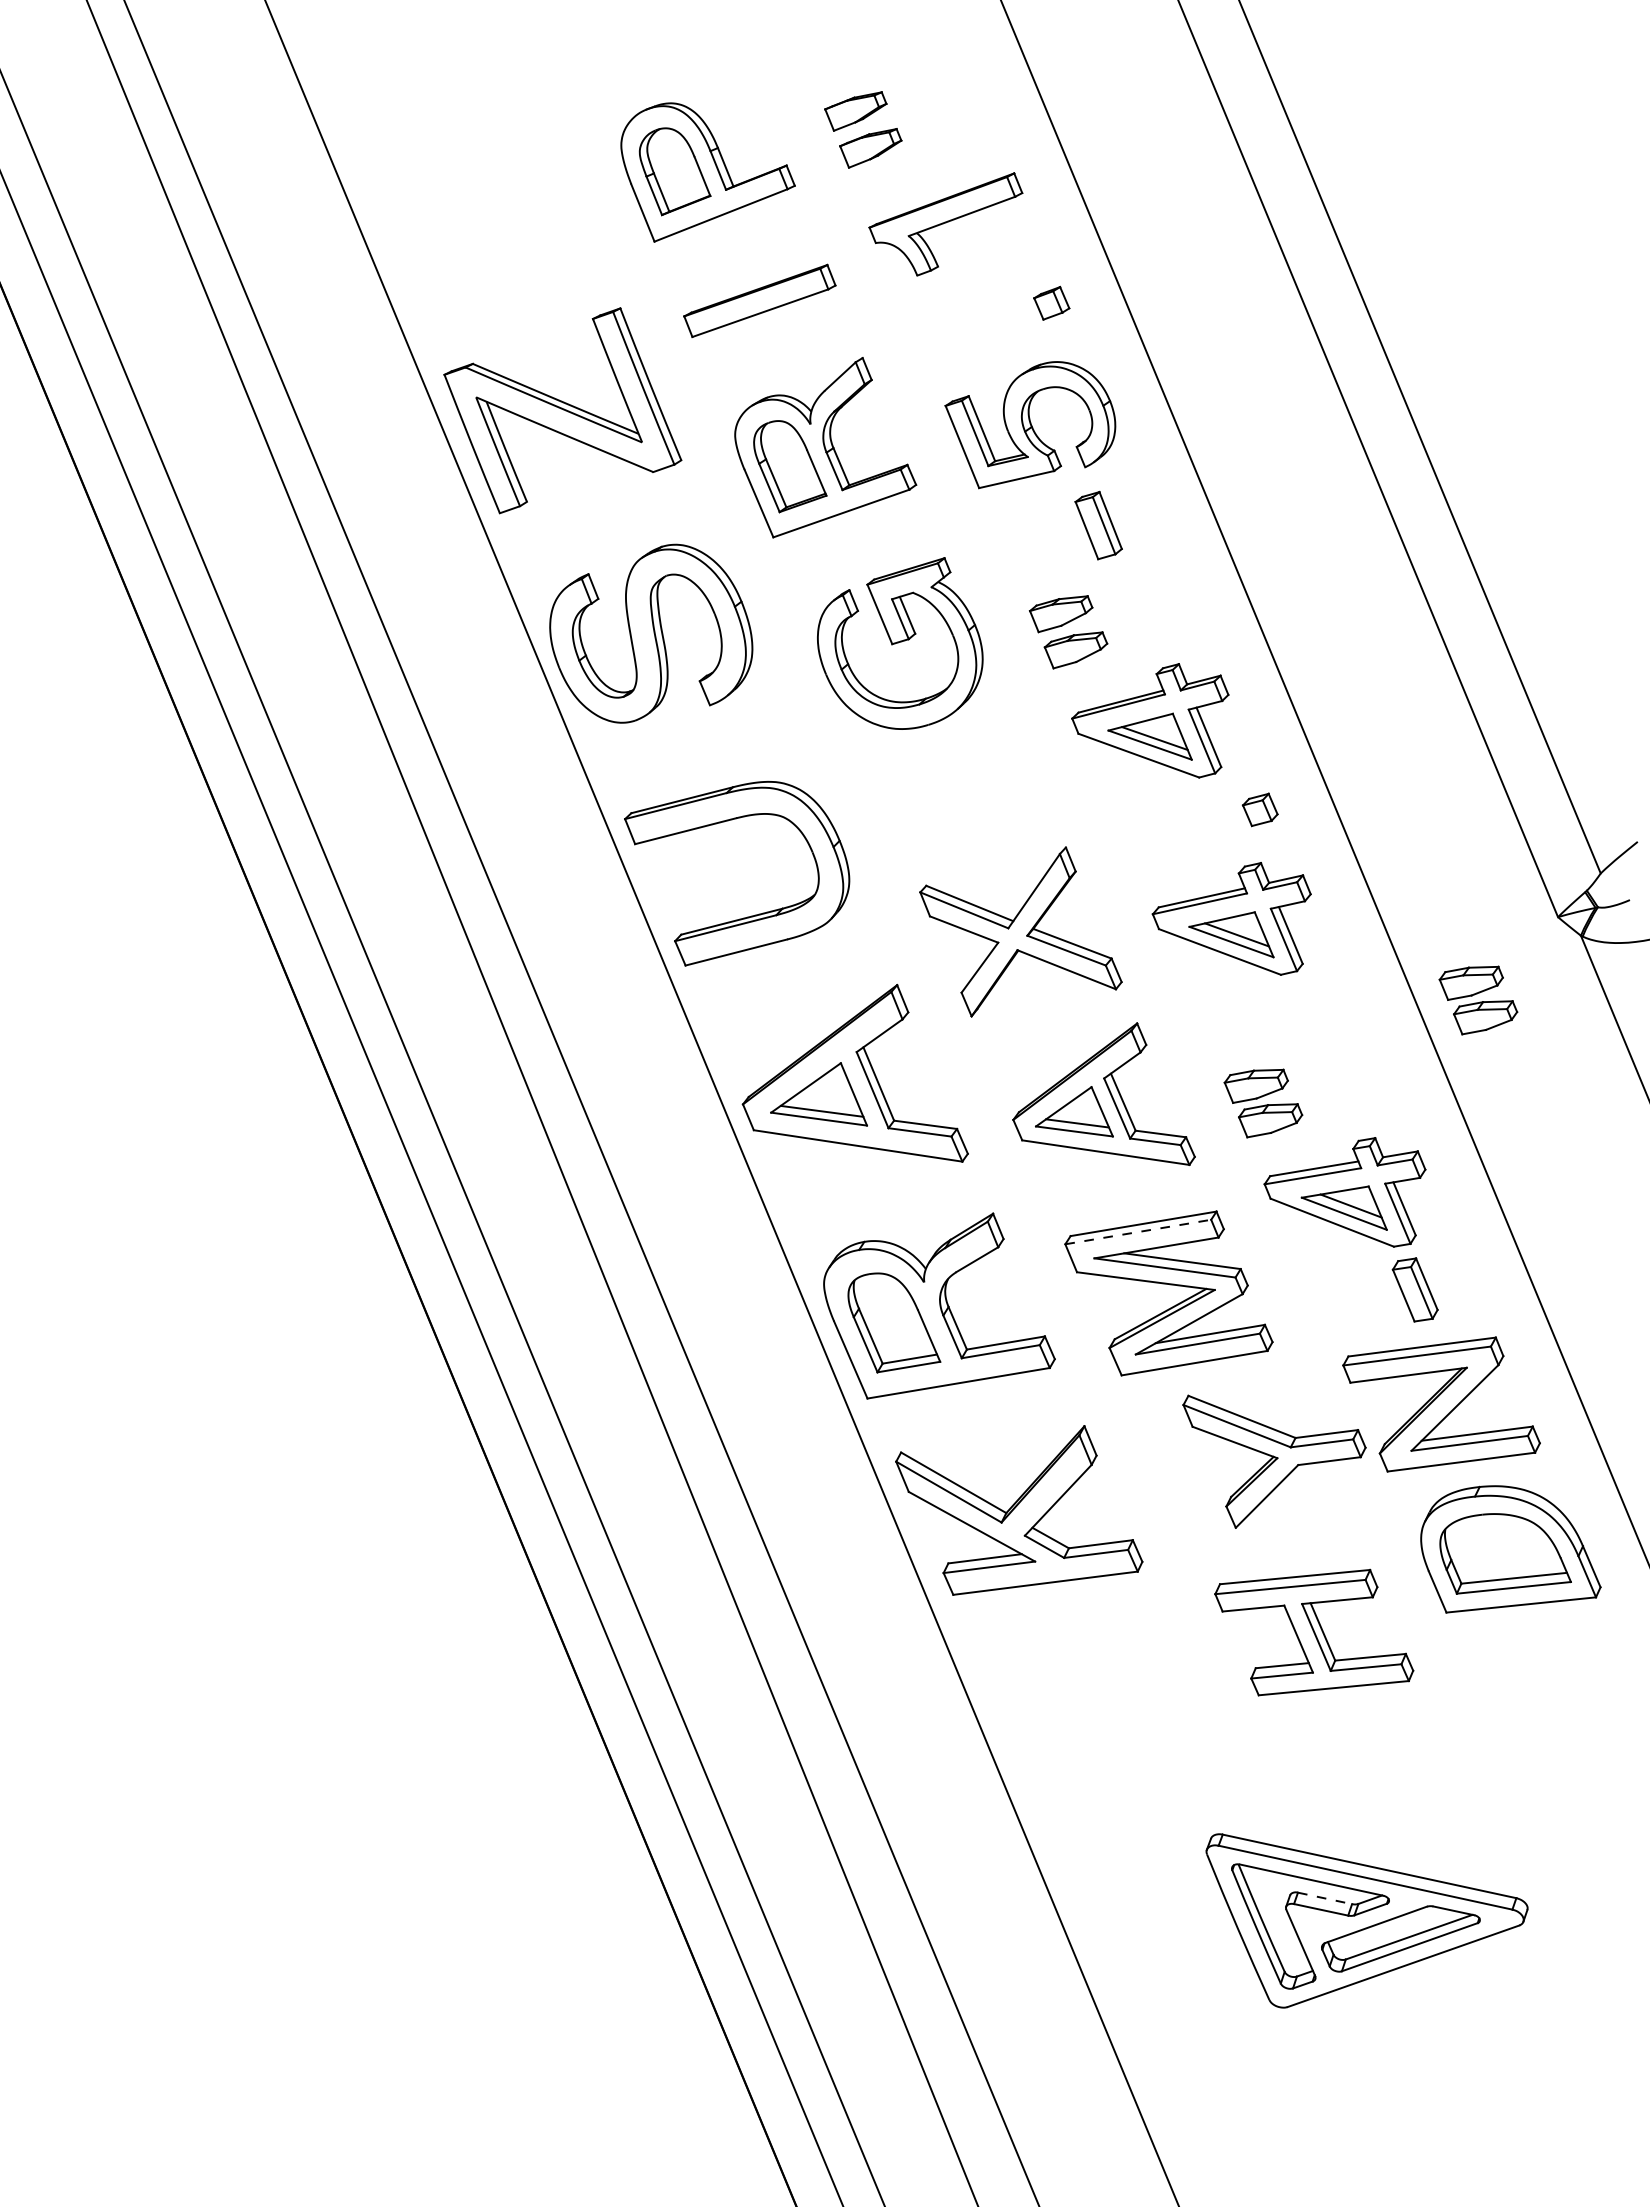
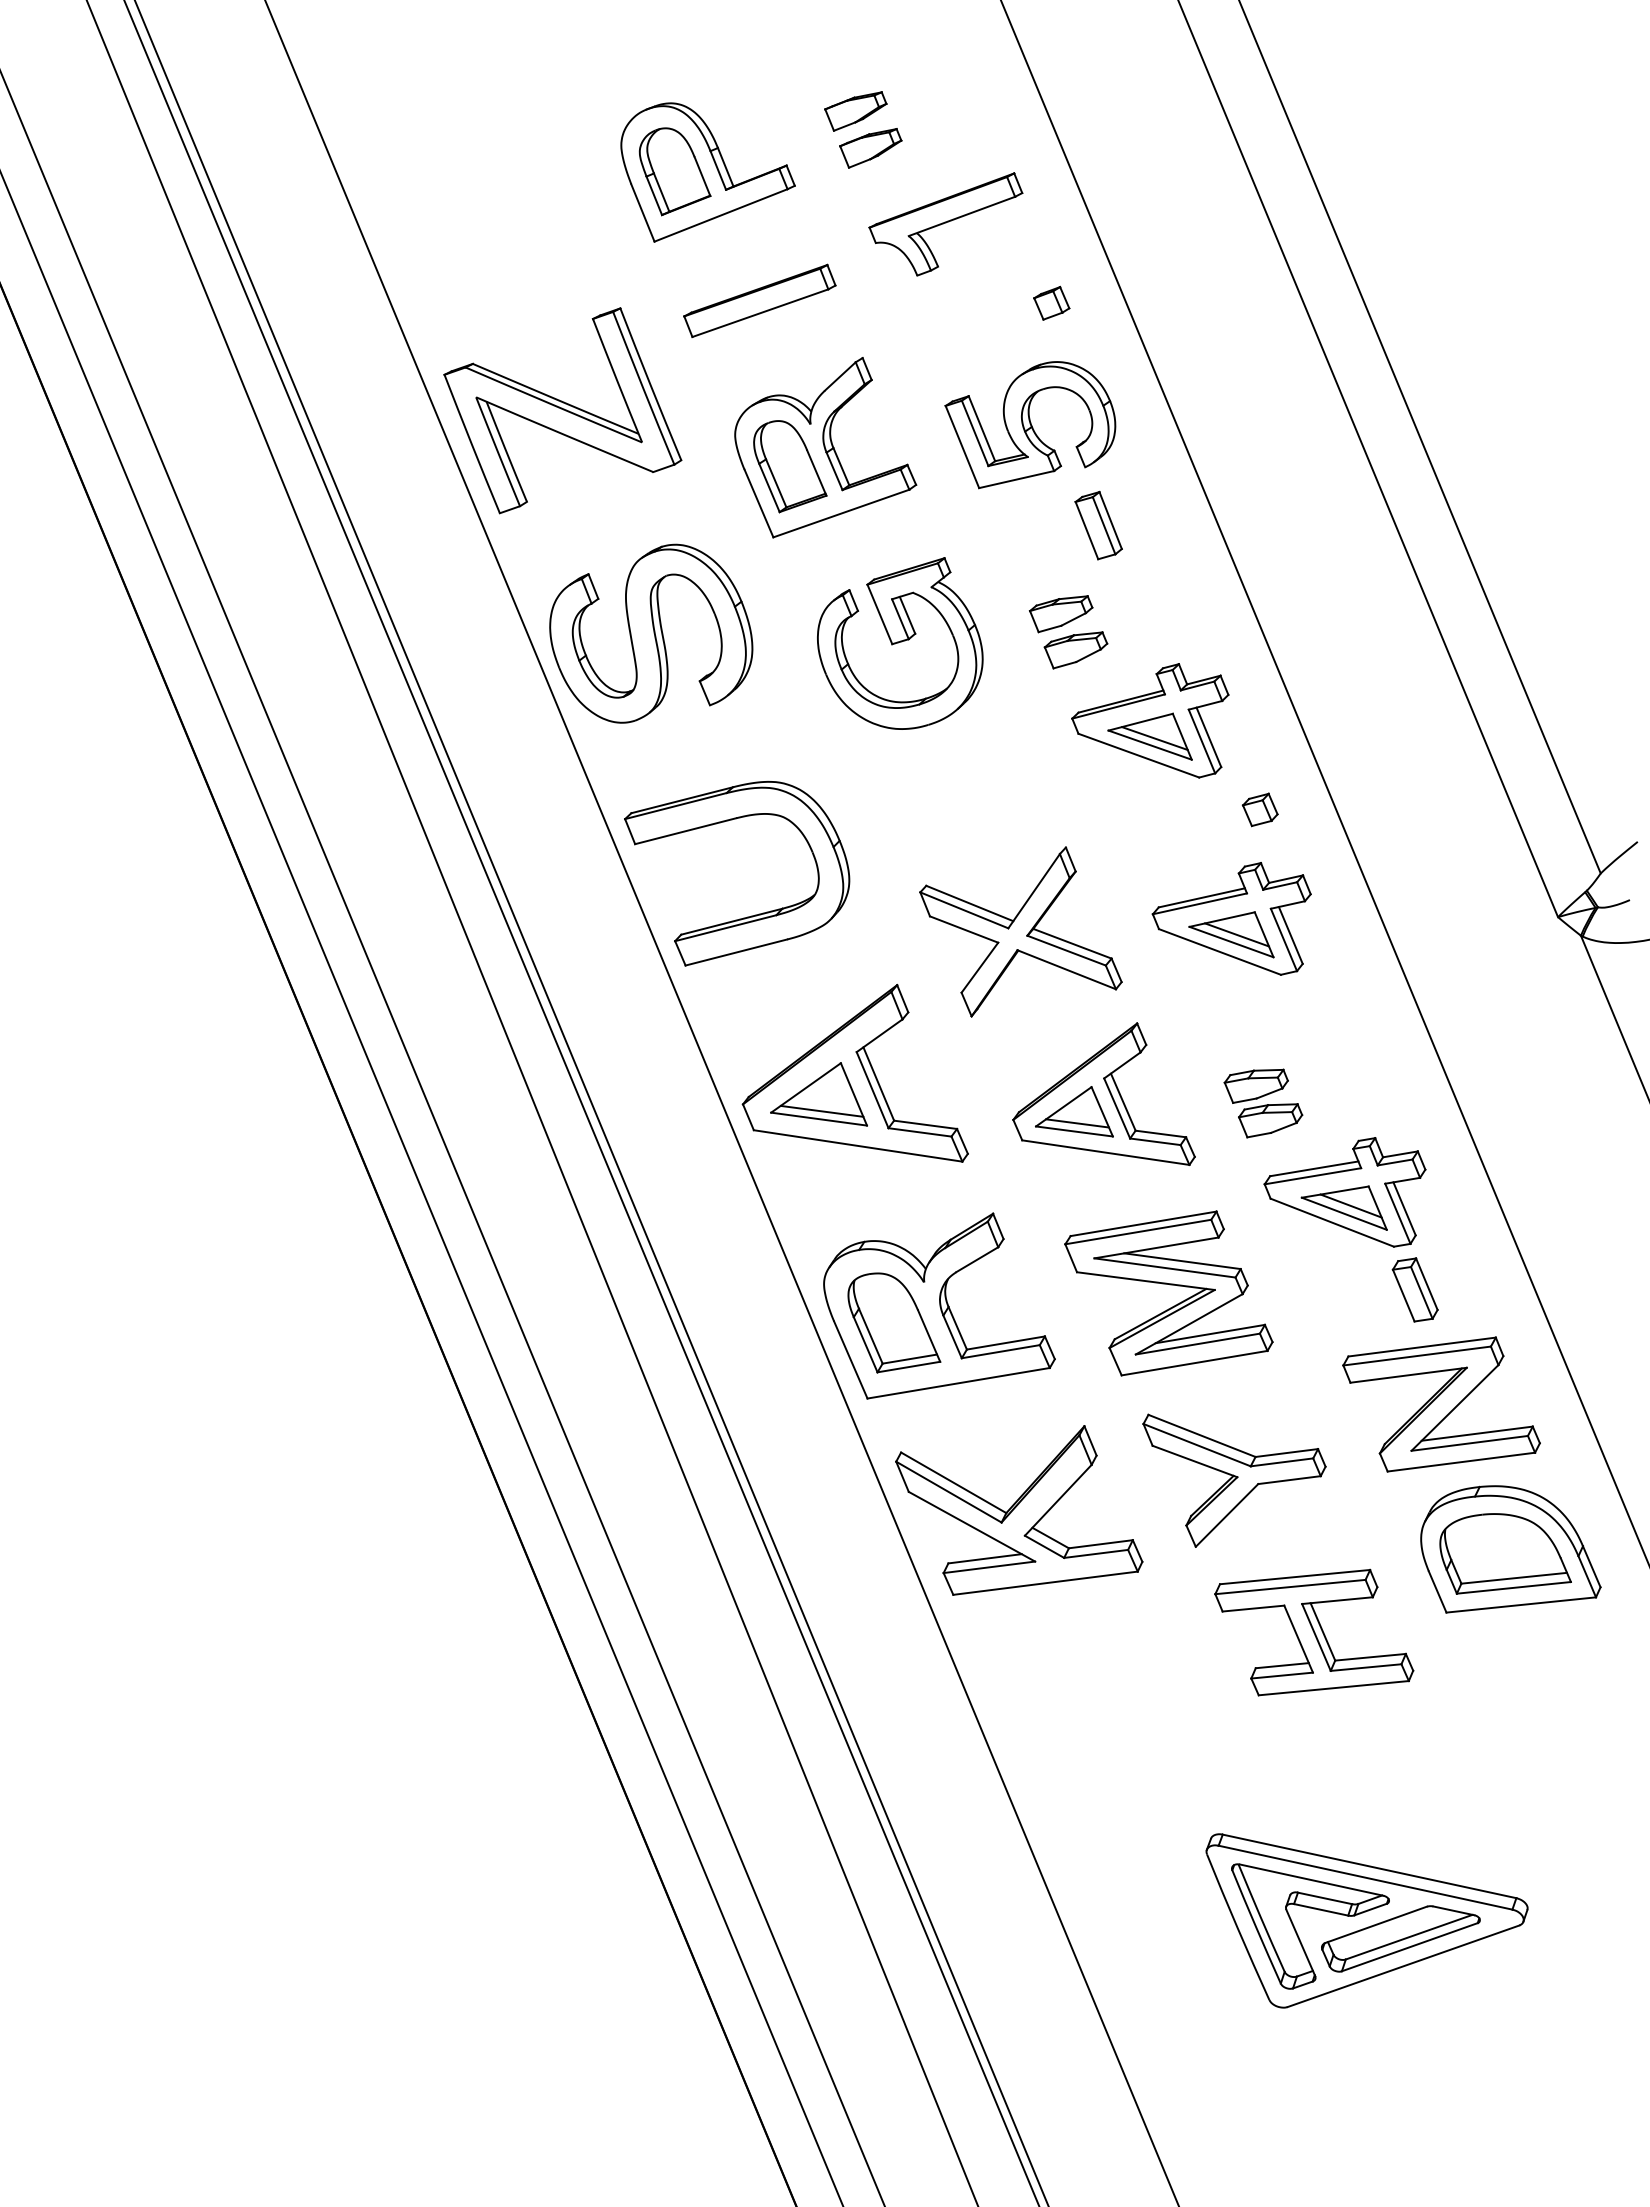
part at (1478, 1000): present -> none
line at (591, 1102): none -> present
line at (1138, 1232): dashed -> solid
part at (1274, 1461) position: (1274, 1461) -> (1234, 1480)
line at (1325, 1898): dashed -> solid
